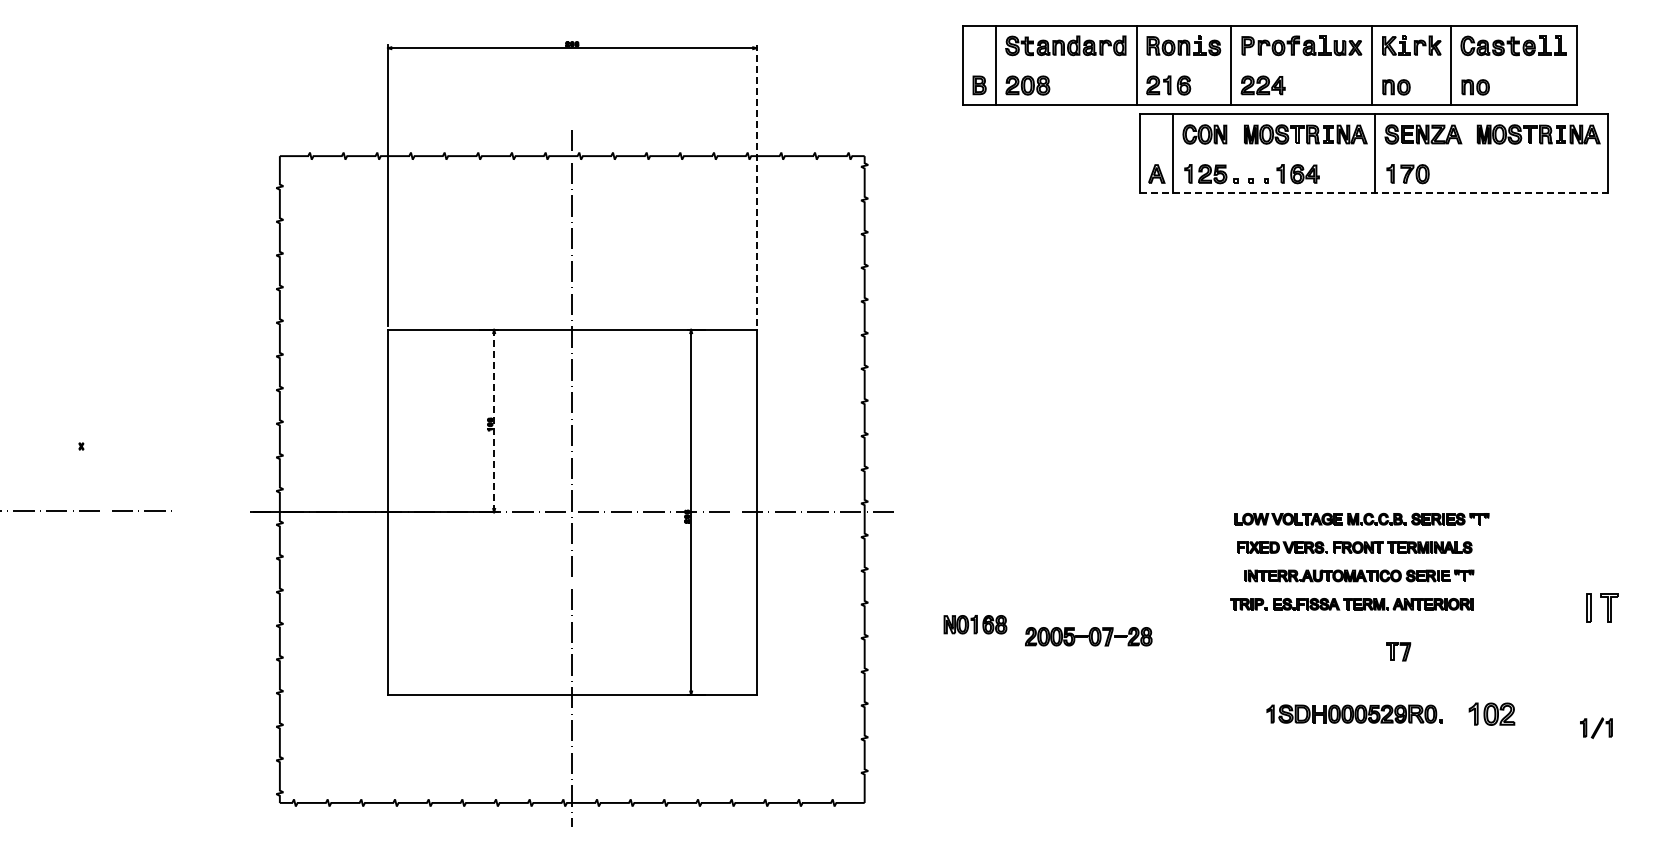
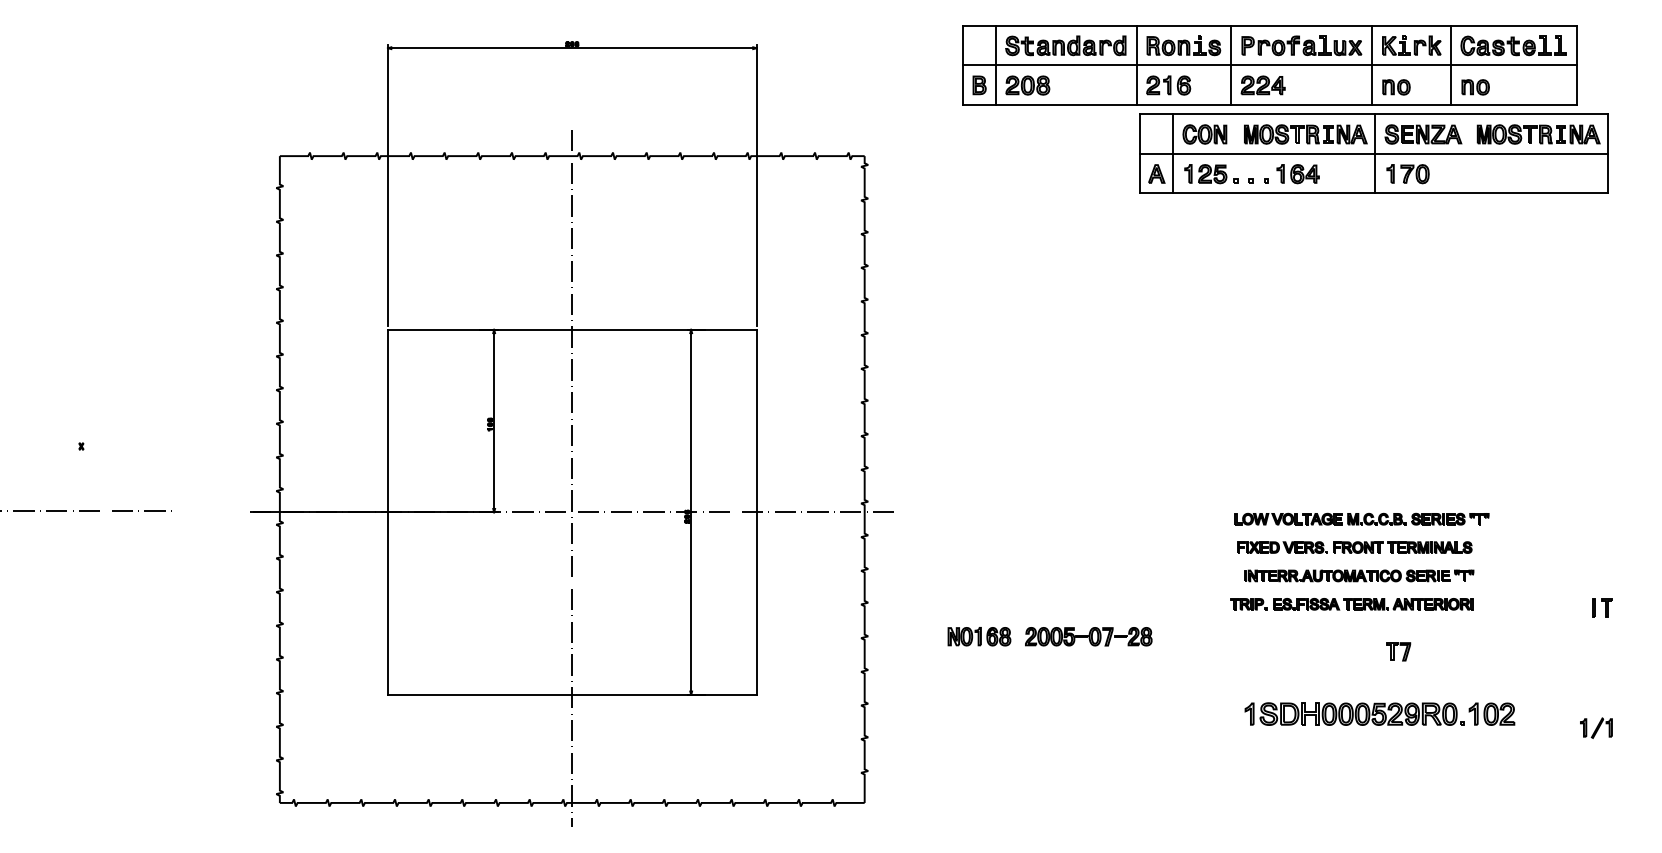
line at (1269, 65): none -> present
line at (1374, 153): none -> present
line at (756, 185): dashed -> solid
line at (1374, 193): dashed -> solid
line at (494, 420): dashed -> solid
part at (1602, 607) size: 33x30 px -> 21x20 px
part at (975, 624) position: (975, 624) -> (979, 636)
part at (1354, 713) size: 177x20 px -> 221x24 px
